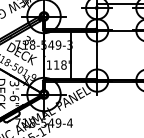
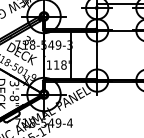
text at (14, 98): 3'-6" -> 3'-8"
